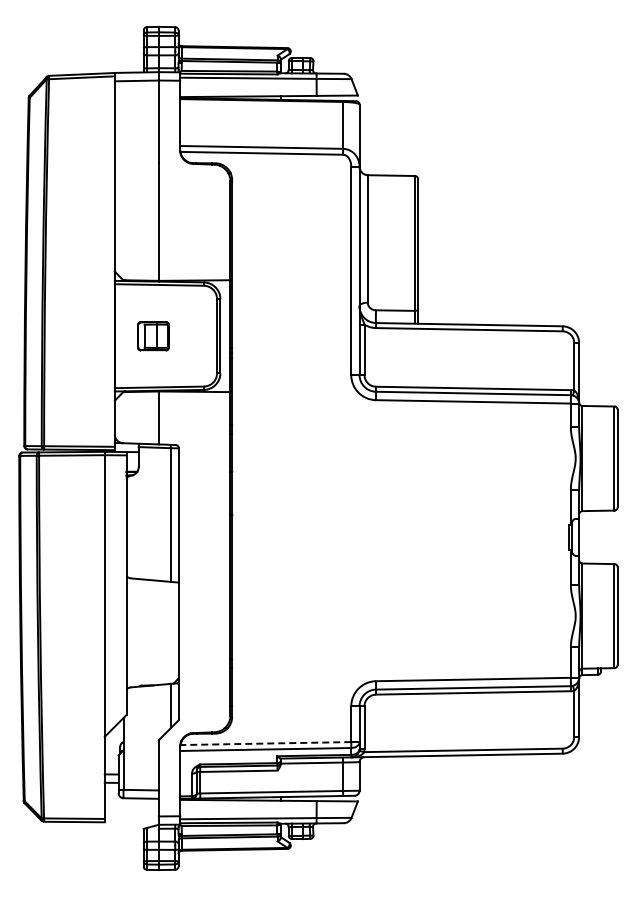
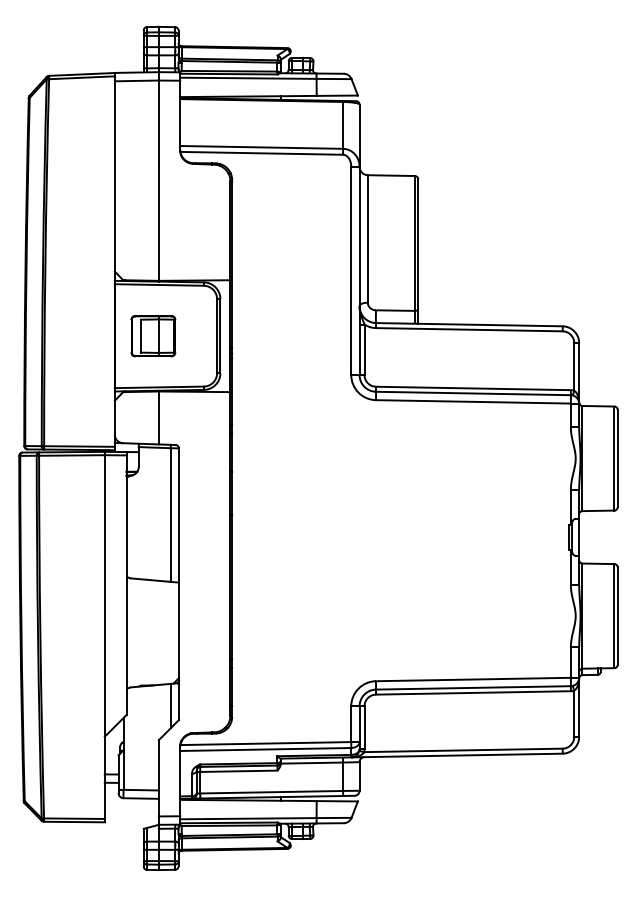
part at (153, 336) size: 33x31 px -> 47x43 px
line at (265, 743): dashed -> solid
